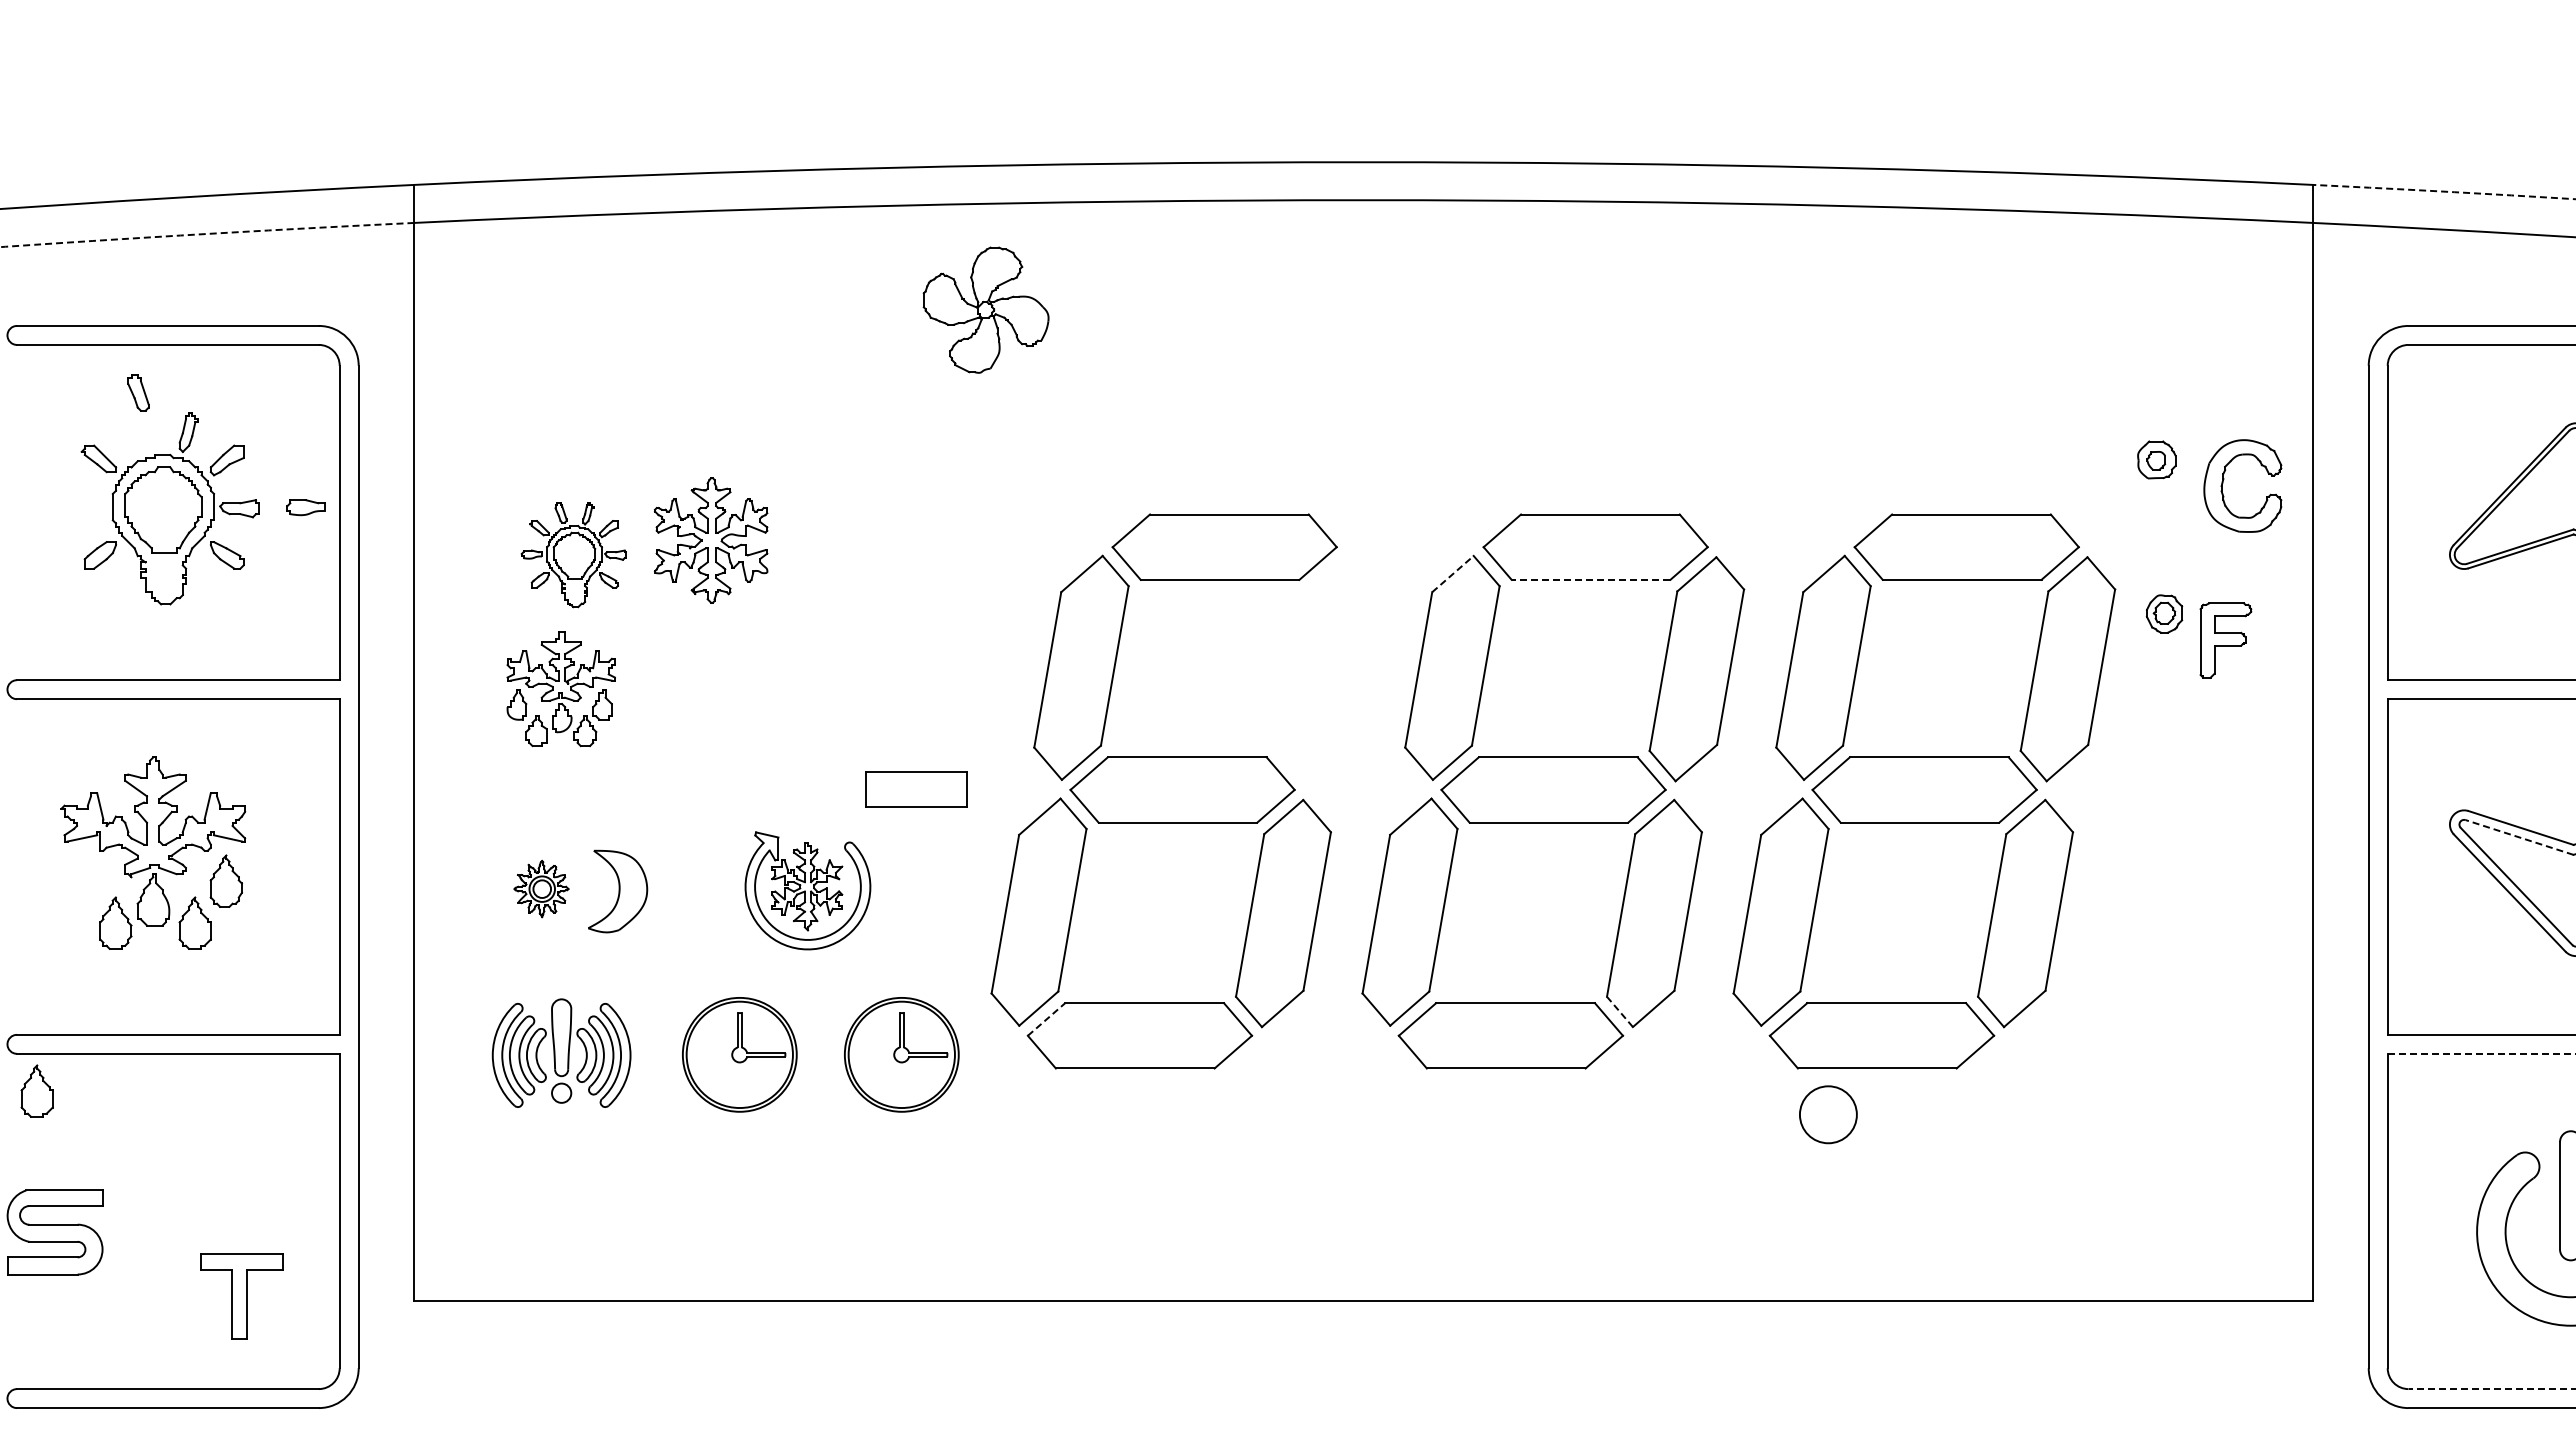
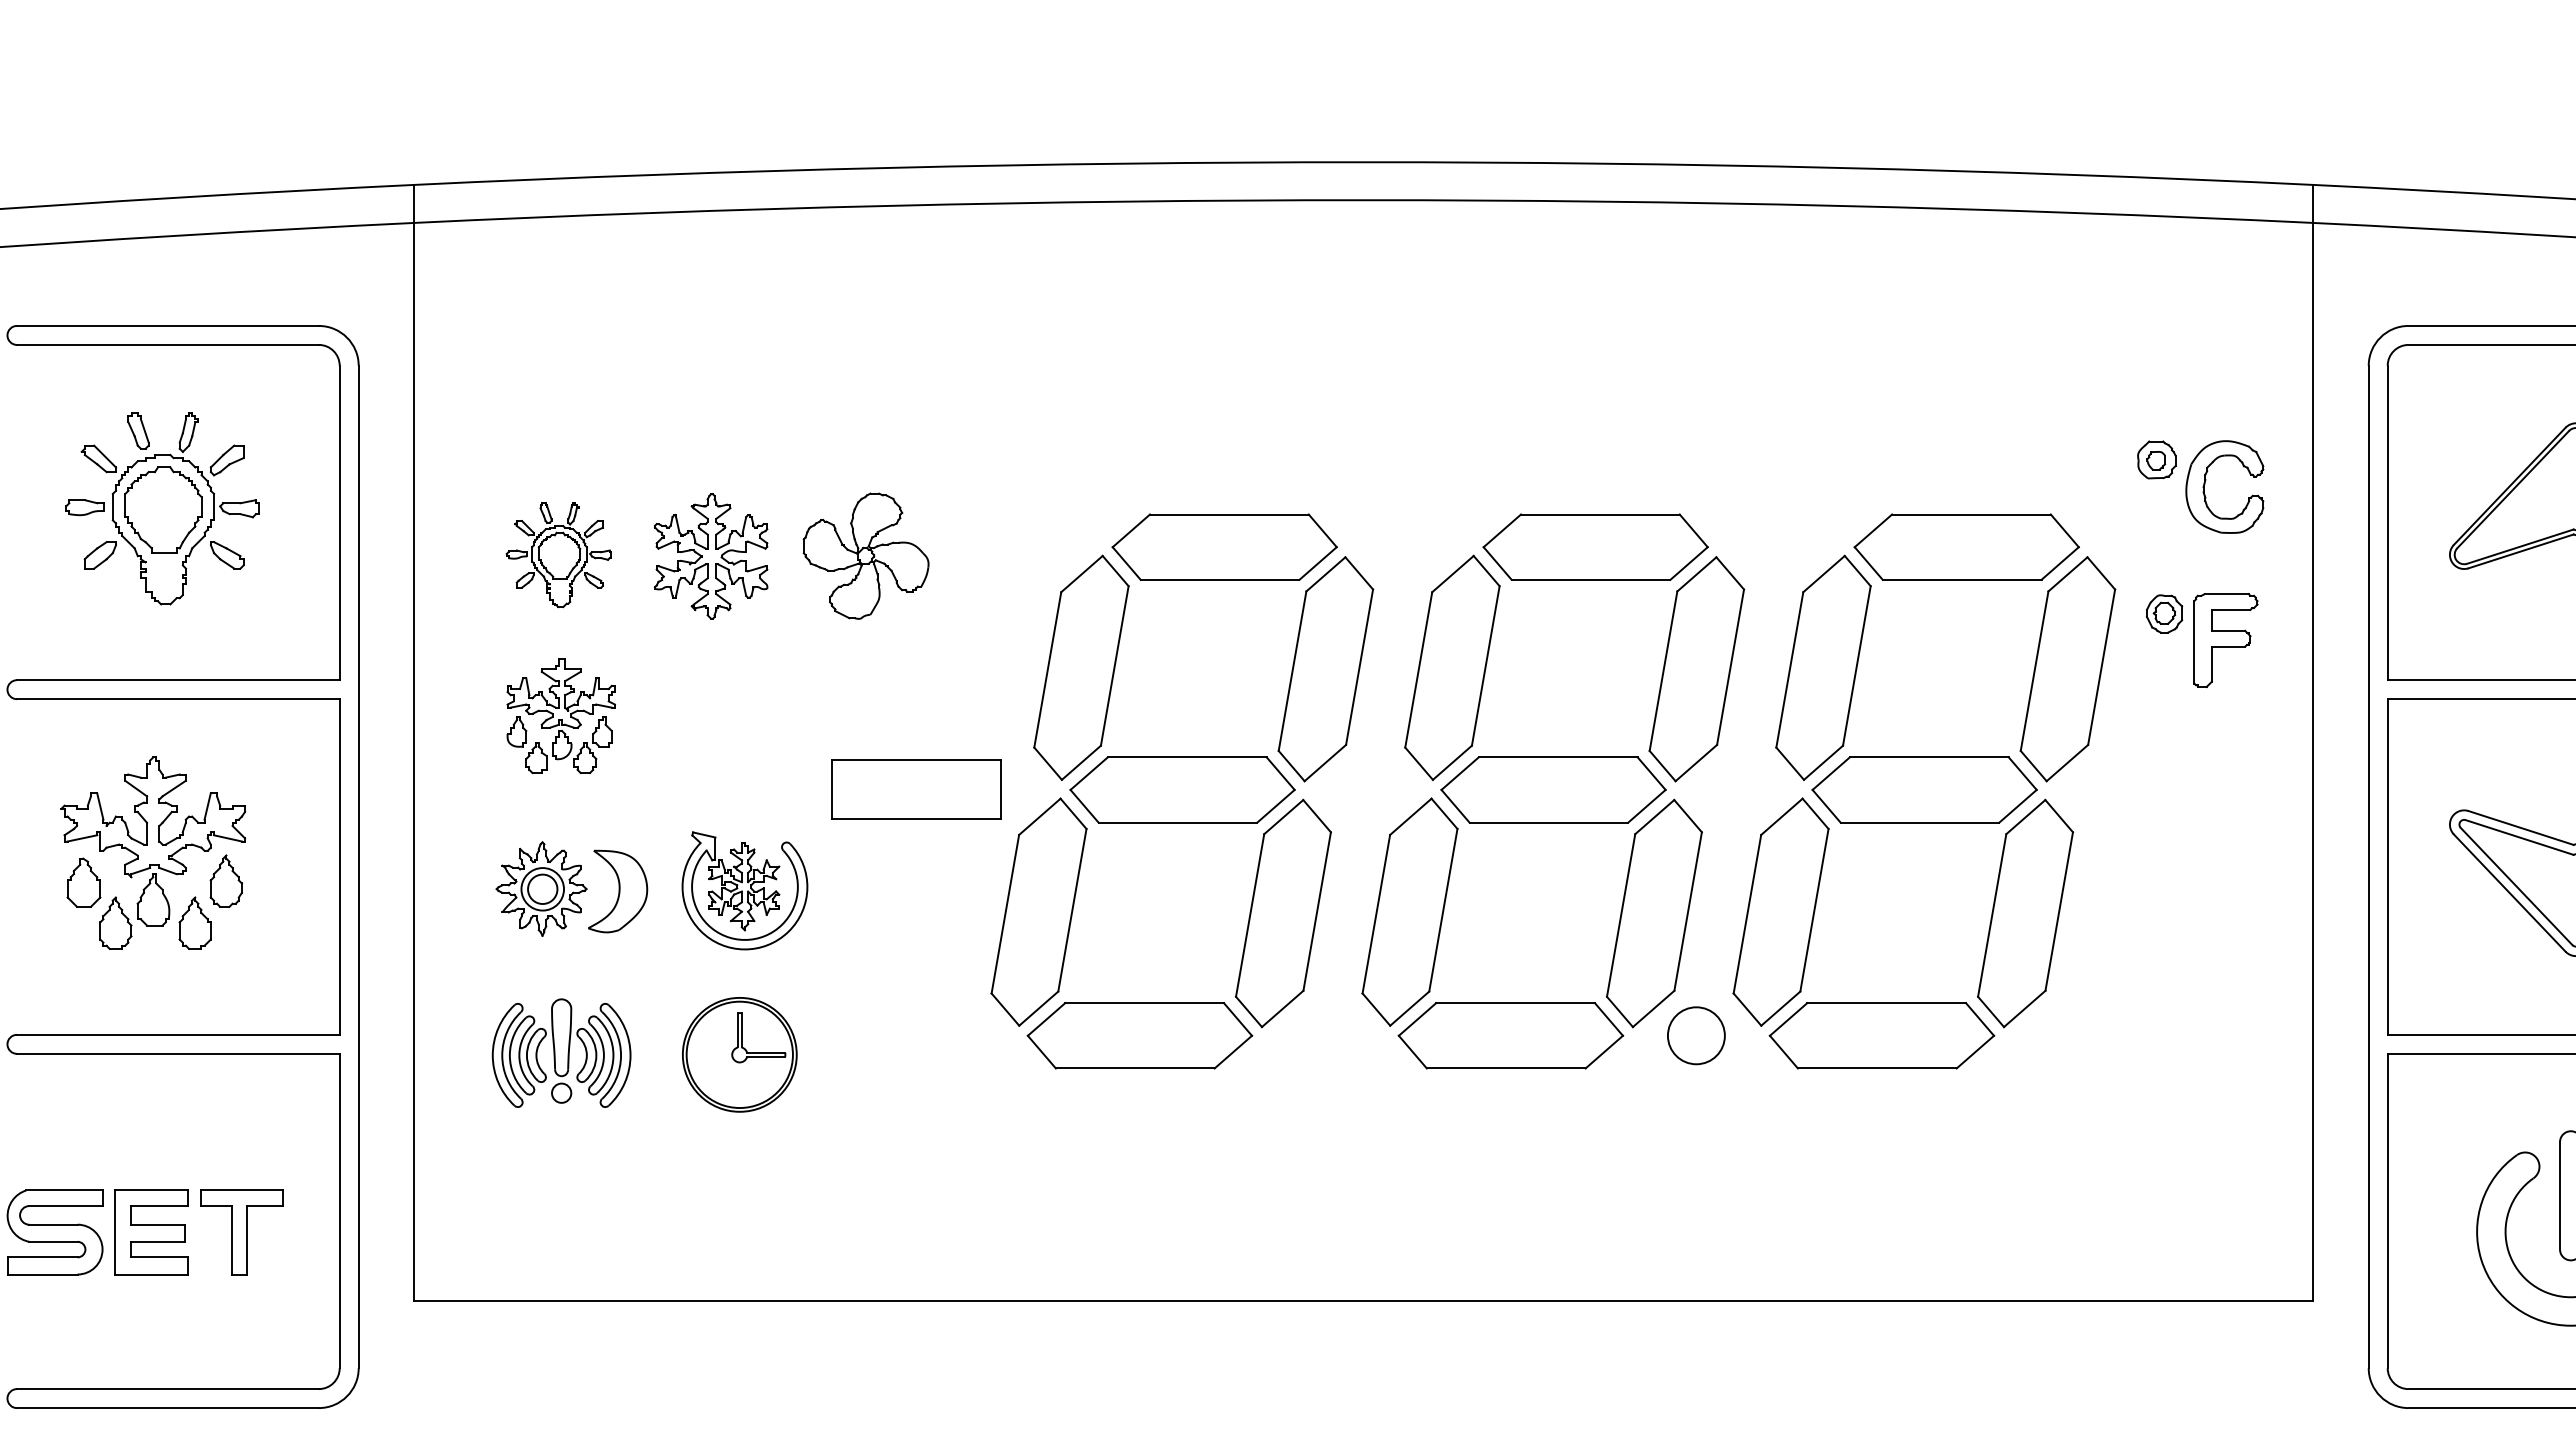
arc at (2444, 191): dashed -> solid
arc at (206, 234): dashed -> solid
part at (985, 309) position: (985, 309) -> (865, 555)
part at (138, 392) position: (138, 392) -> (138, 430)
part at (2224, 479) position: (2224, 479) -> (2206, 480)
part at (305, 507) position: (305, 507) -> (84, 507)
part at (711, 540) position: (711, 540) -> (711, 556)
part at (573, 555) position: (573, 555) -> (558, 555)
line at (1452, 574): dashed -> solid
line at (1590, 579): dashed -> solid
part at (2225, 640) size: 54x77 px -> 66x96 px
part at (1325, 669): none -> present
part at (560, 689) position: (560, 689) -> (560, 716)
part at (916, 789) size: 103x37 px -> 171x61 px
line at (2519, 837): dashed -> solid
part at (83, 882): none -> present
part at (541, 888) size: 57x60 px -> 93x96 px
part at (807, 890) position: (807, 890) -> (744, 890)
line at (1619, 1011): dashed -> solid
line at (1046, 1019): dashed -> solid
line at (2481, 1053): dashed -> solid
part at (901, 1054): present -> none
part at (36, 1090): present -> none
circle at (1828, 1114) position: (1828, 1114) -> (1696, 1035)
part at (151, 1232): none -> present
part at (241, 1296) position: (241, 1296) -> (241, 1232)
line at (2491, 1389): dashed -> solid
